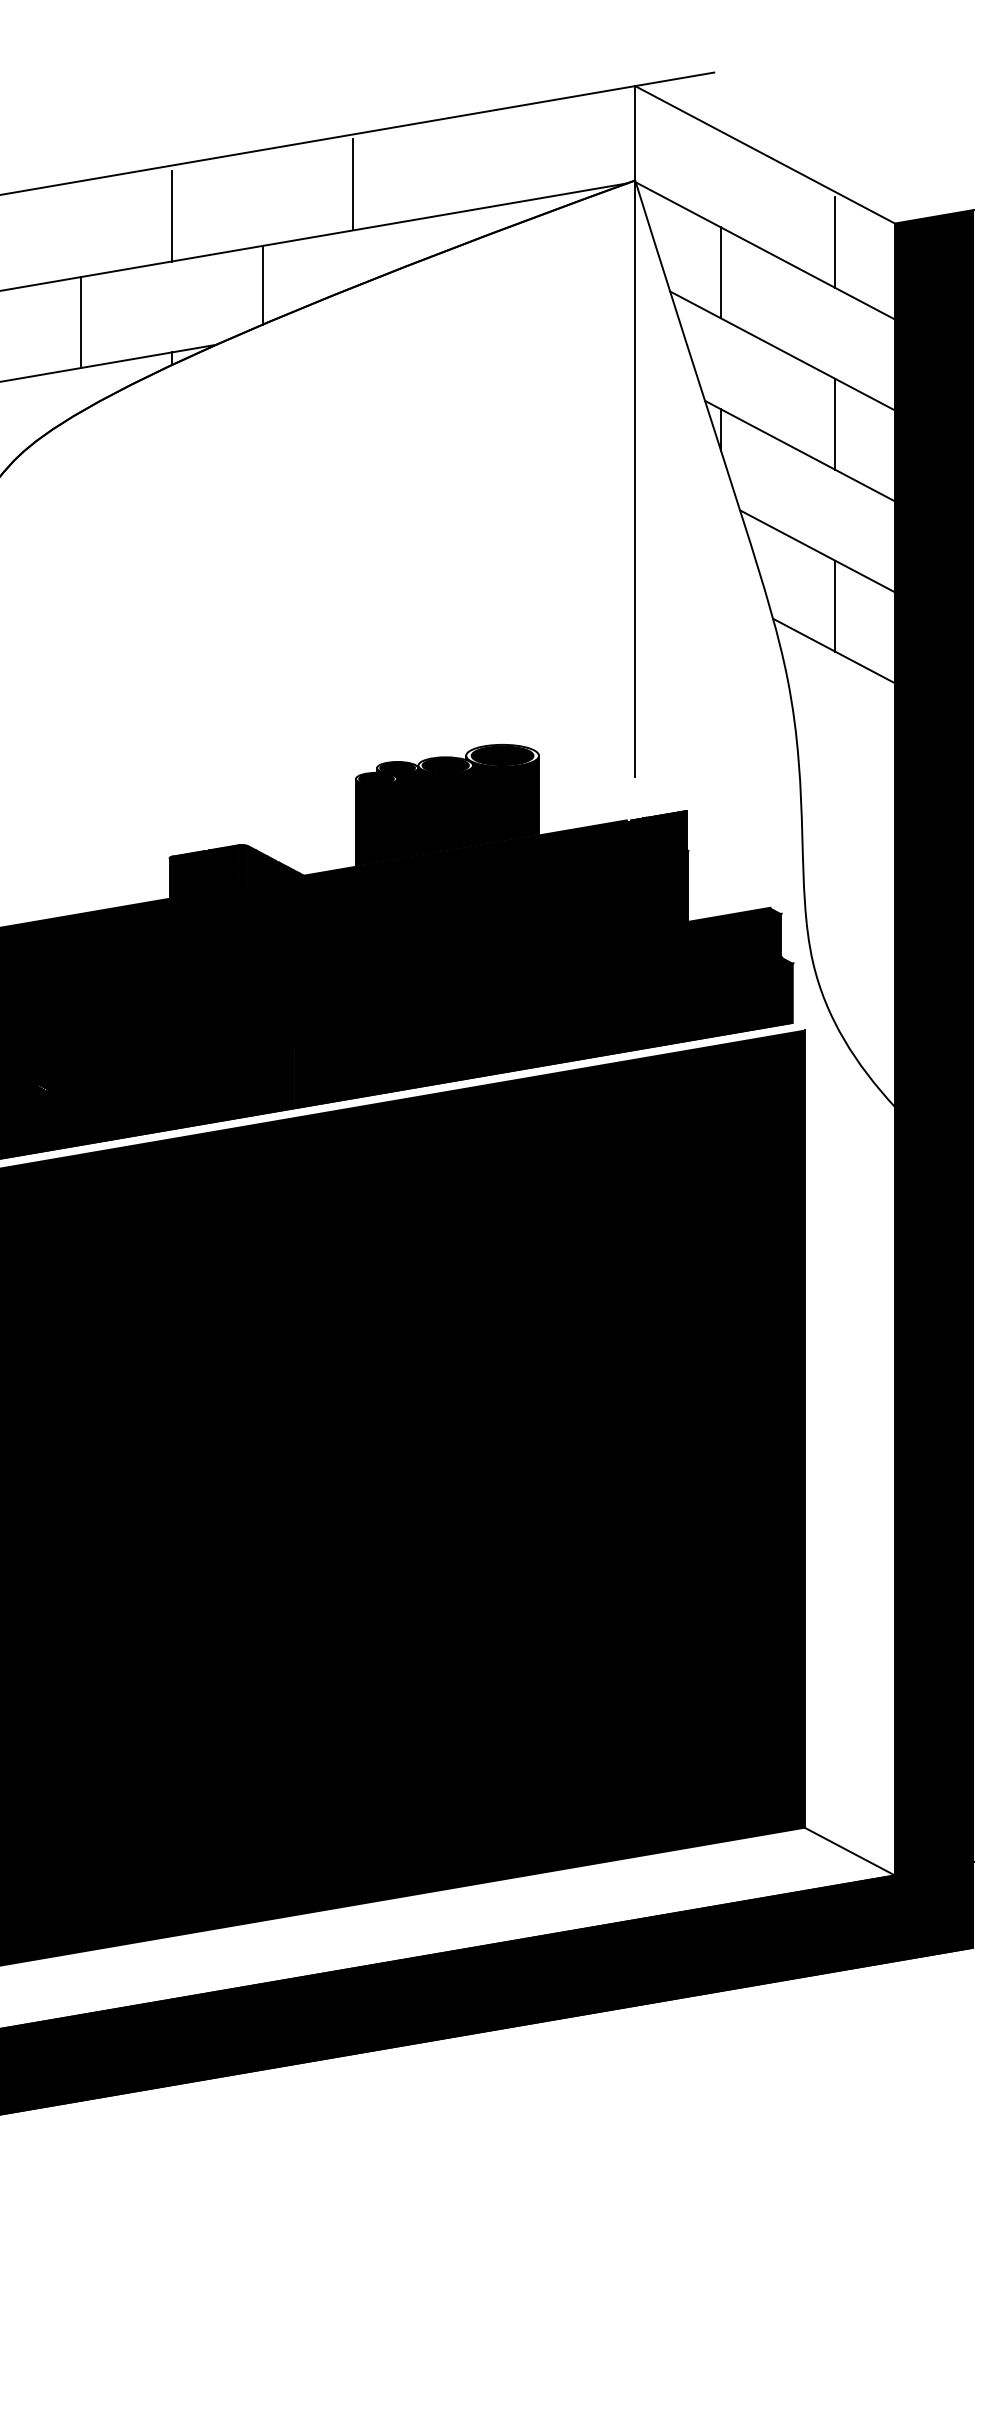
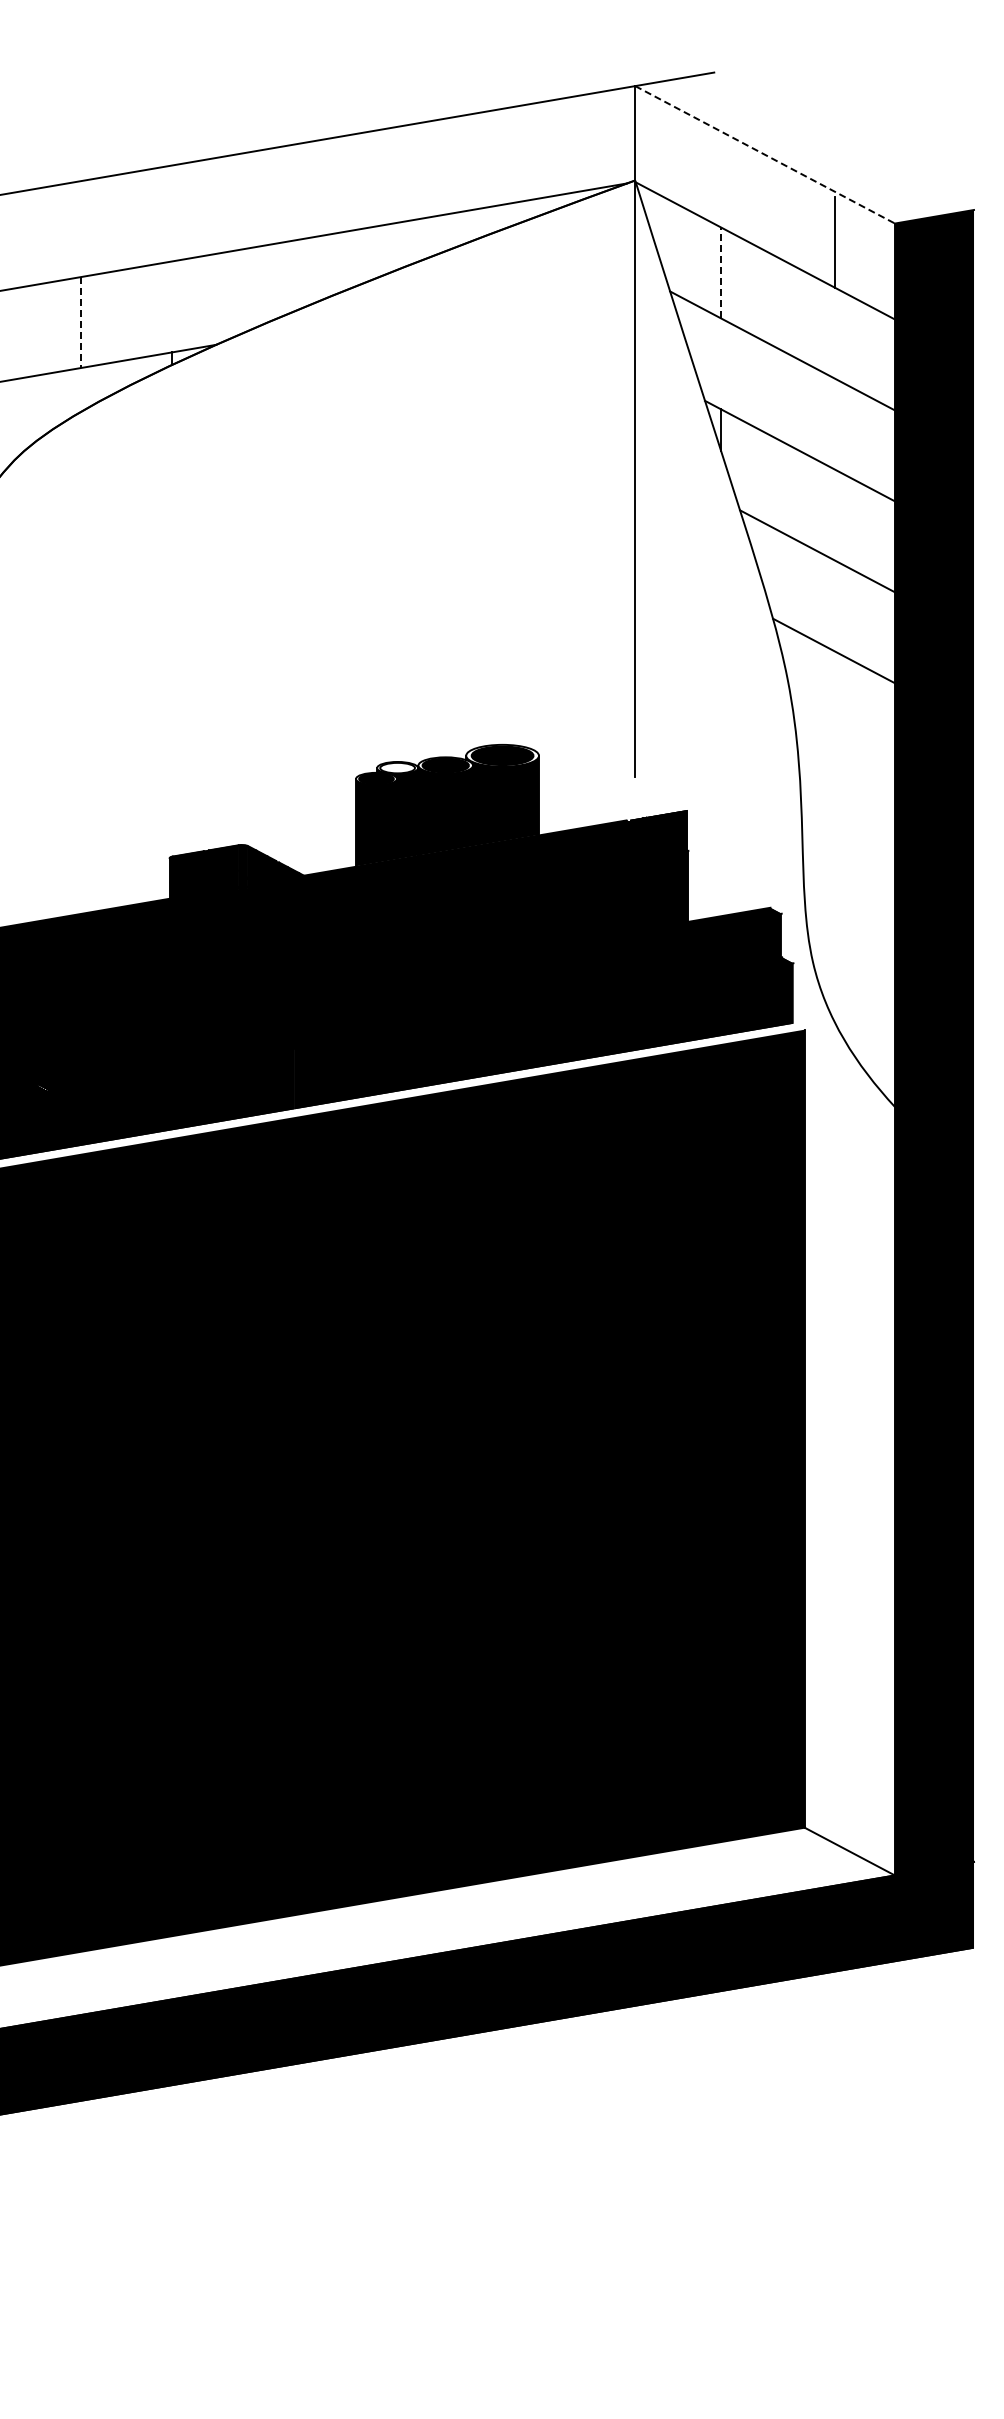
line at (765, 154): solid -> dashed
line at (353, 184): present -> none
line at (171, 215): present -> none
line at (721, 272): solid -> dashed
line at (262, 284): present -> none
line at (80, 323): solid -> dashed
line at (835, 423): present -> none
line at (835, 605): present -> none
fill at (397, 767): present -> none
